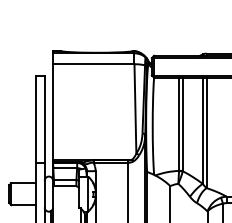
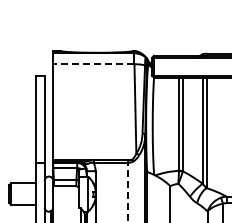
line at (93, 64): solid -> dashed
line at (127, 191): solid -> dashed
